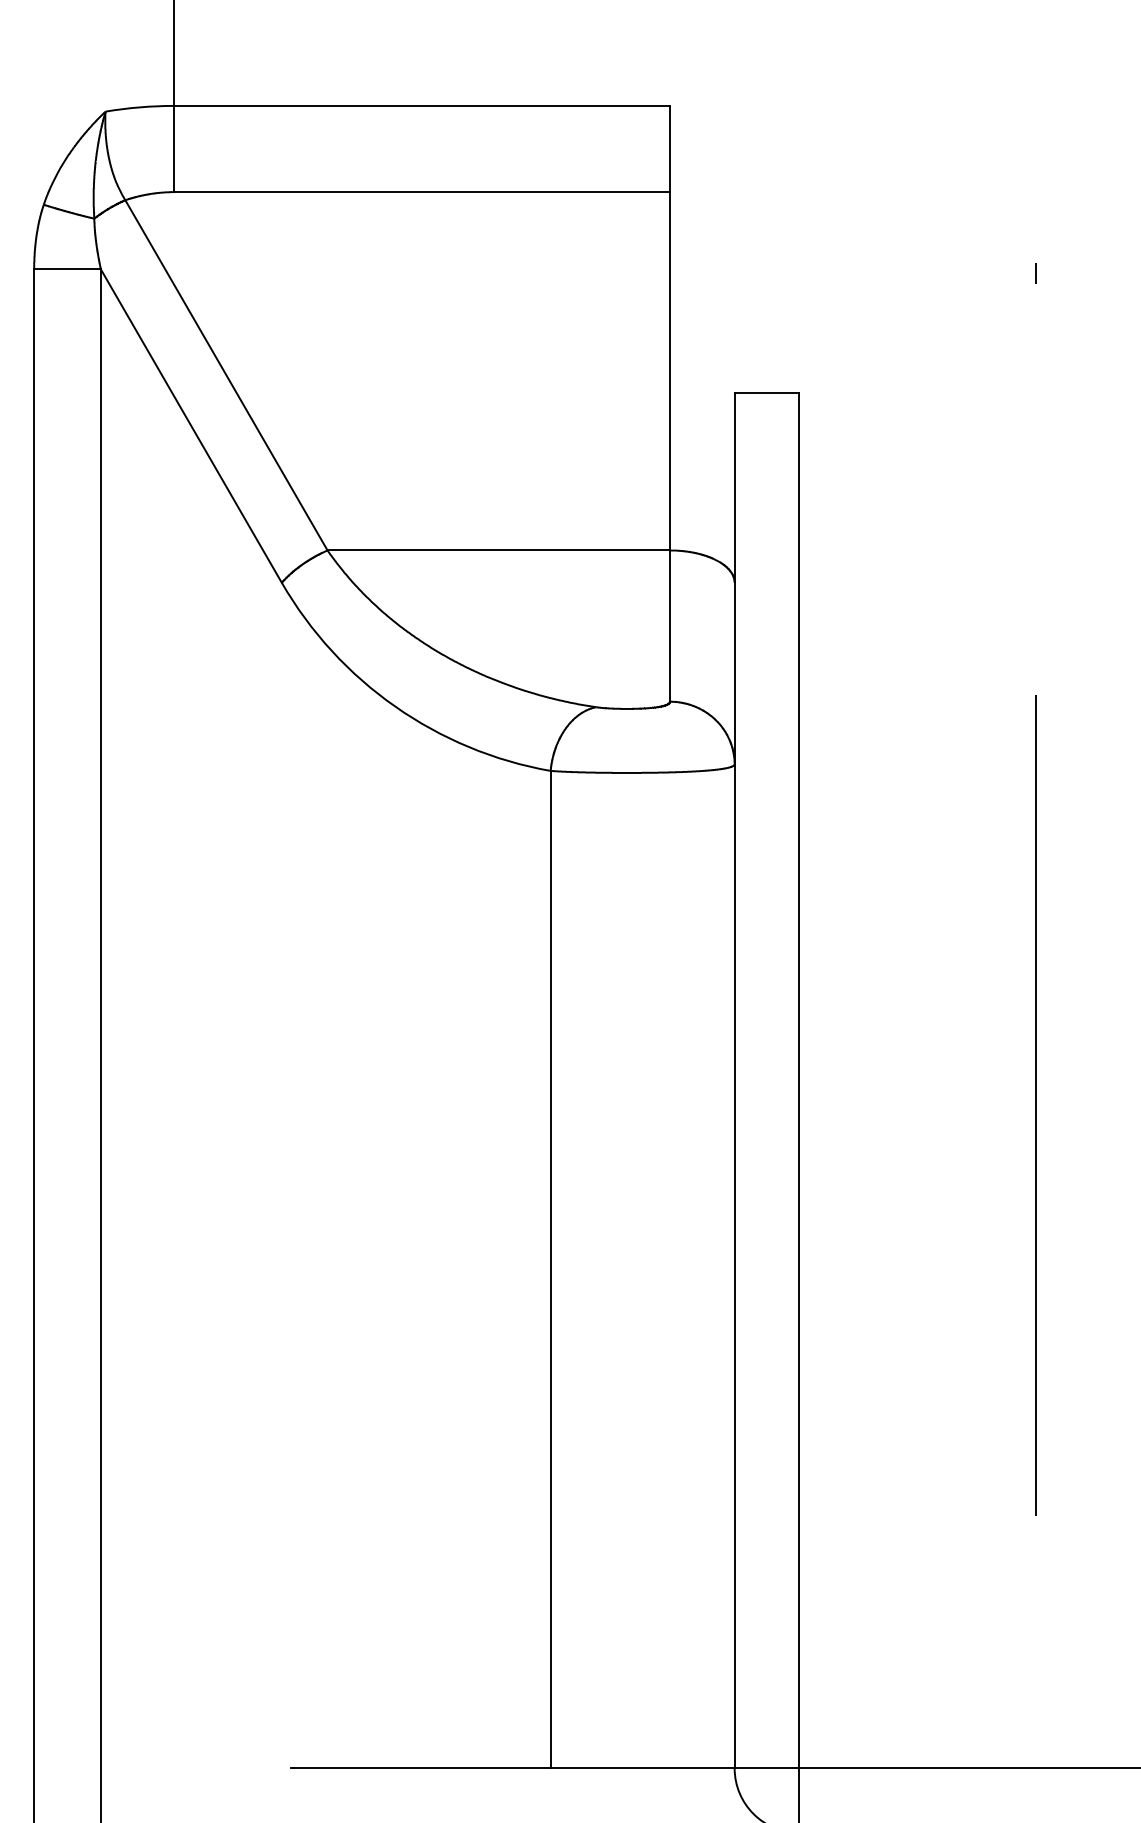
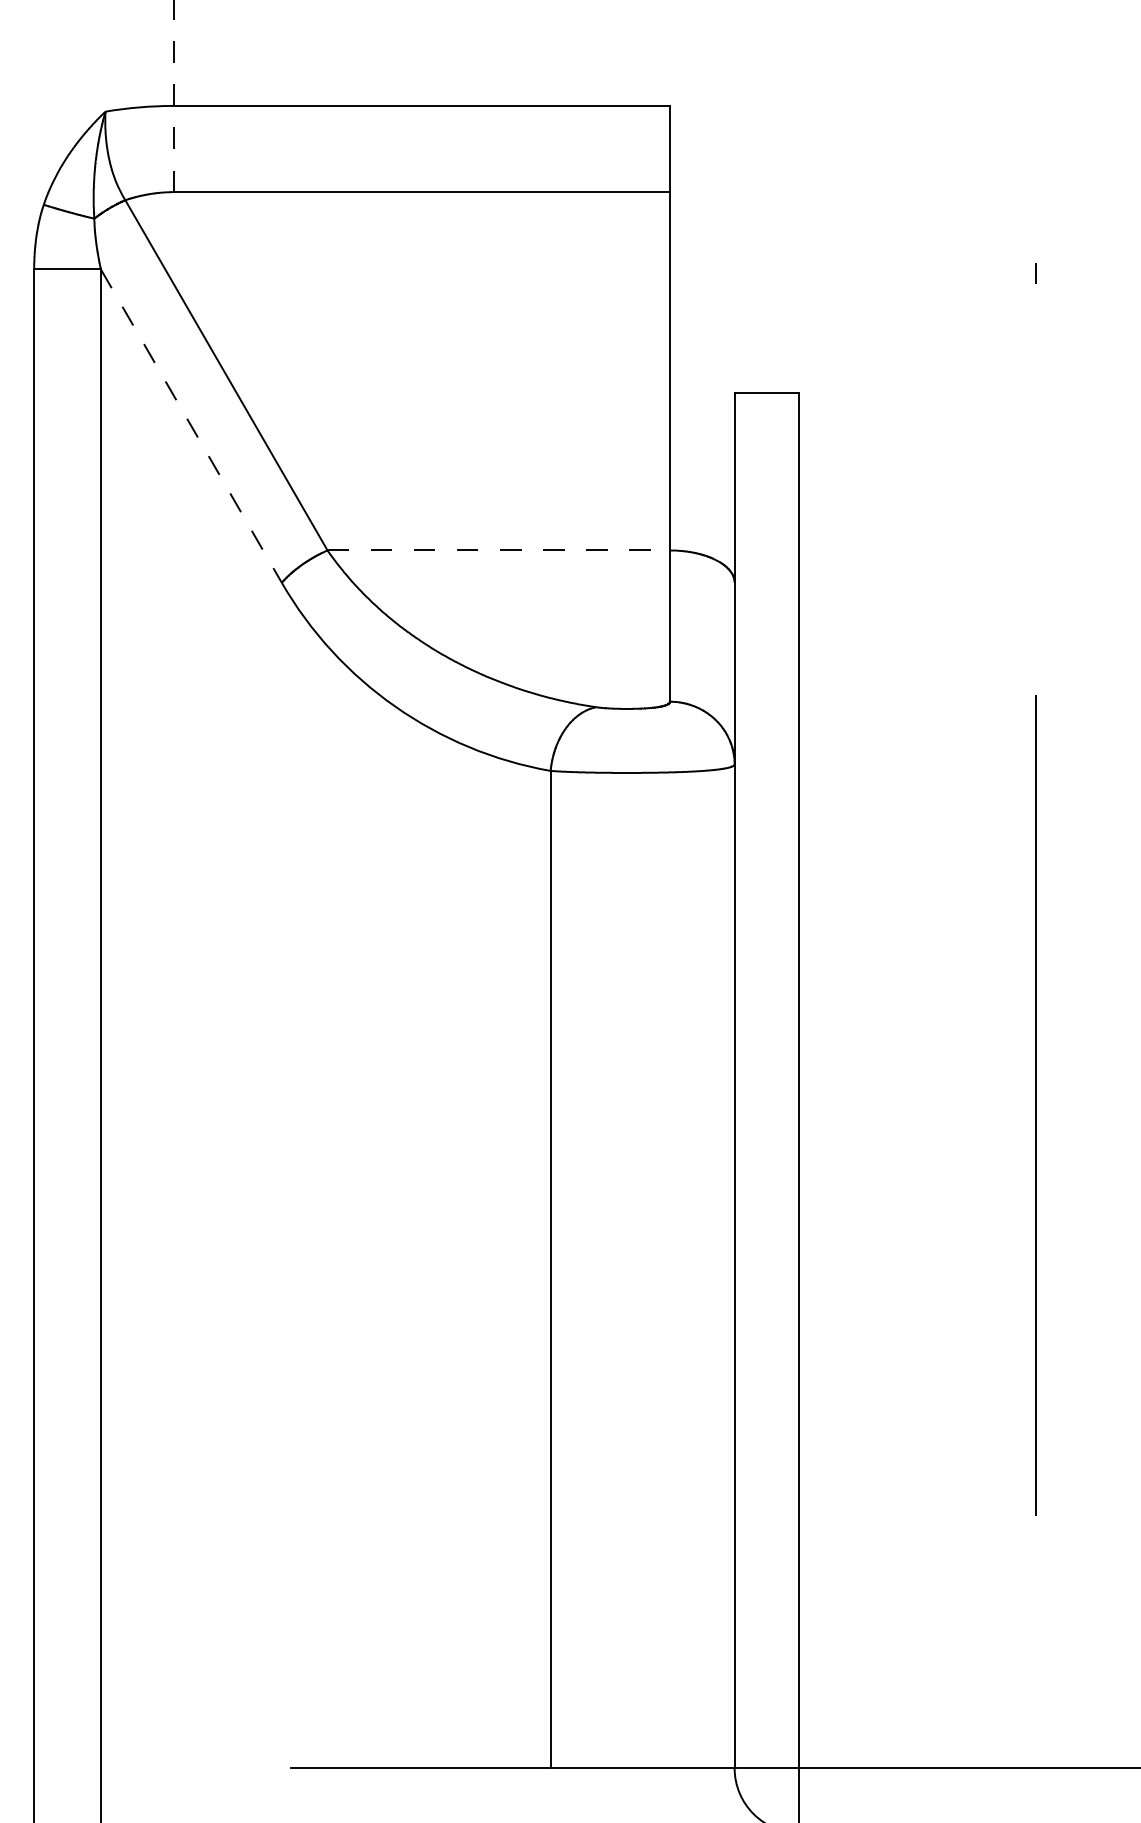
line at (174, 96): solid -> dashed
line at (191, 426): solid -> dashed
line at (499, 550): solid -> dashed
